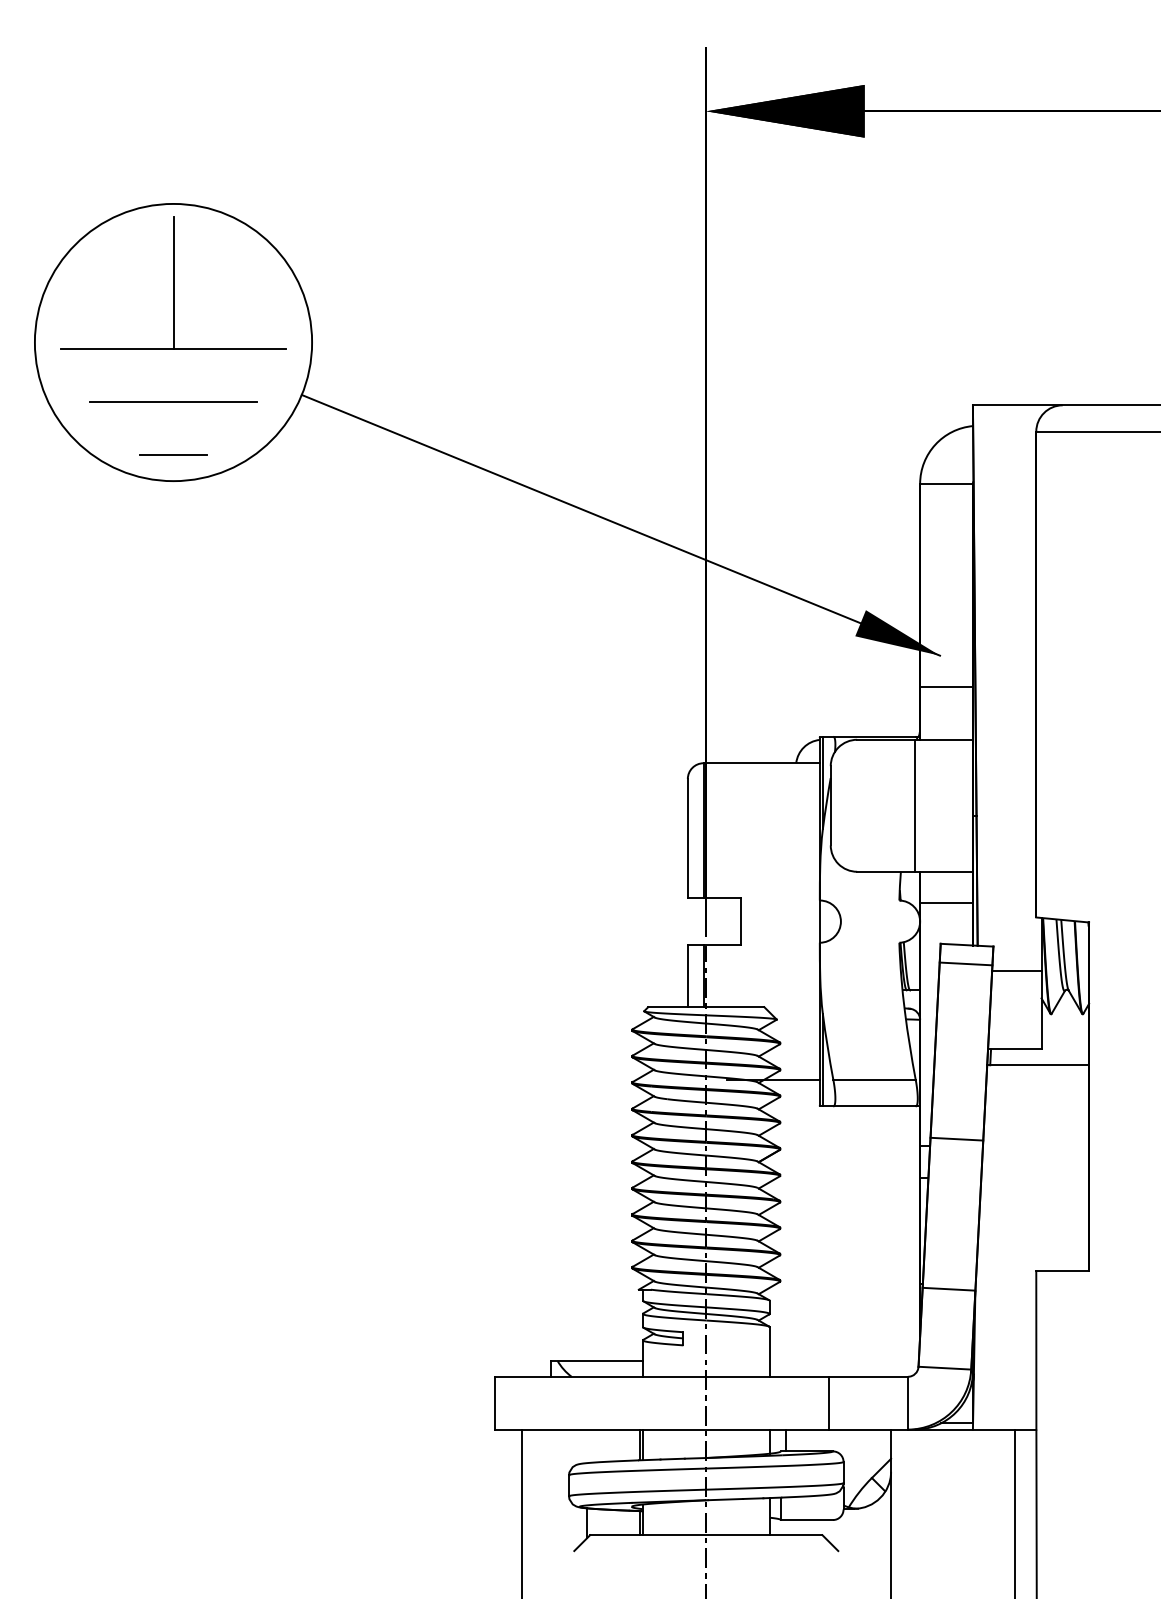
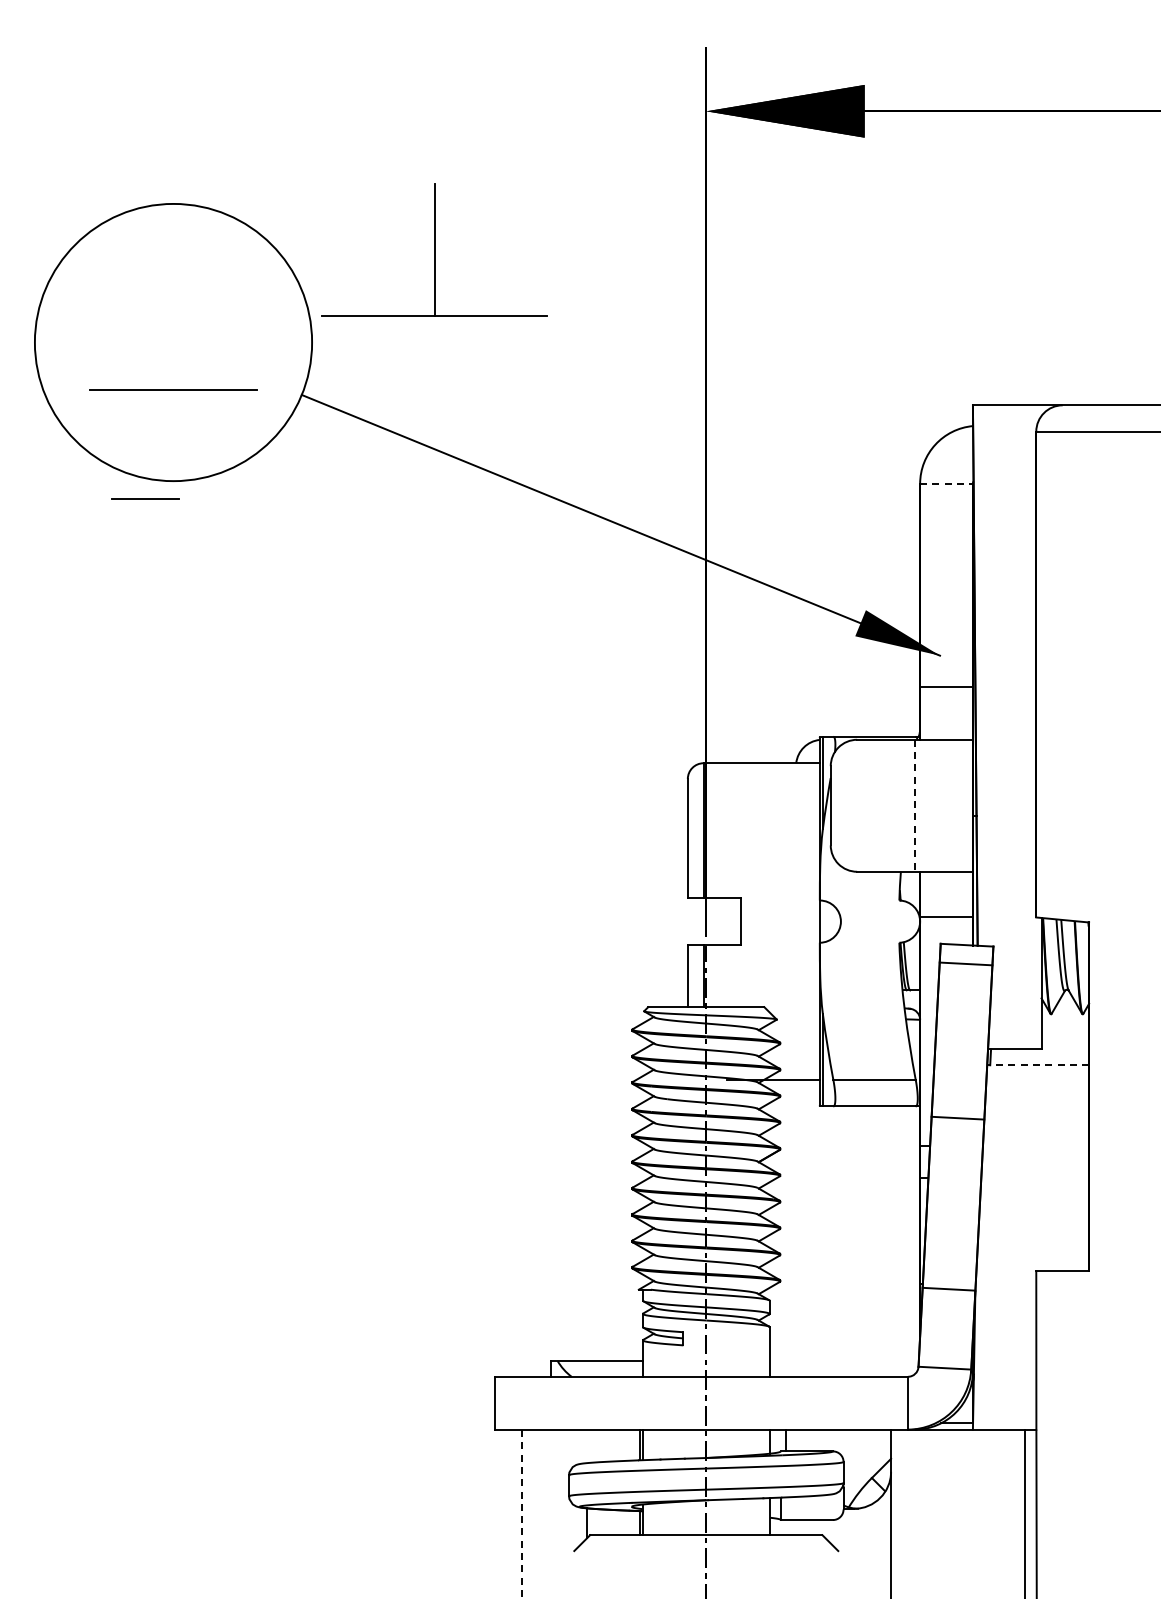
part at (173, 282) position: (173, 282) -> (434, 249)
line at (173, 401) position: (173, 401) -> (173, 389)
line at (173, 454) position: (173, 454) -> (145, 498)
line at (947, 483): solid -> dashed
line at (914, 805): solid -> dashed
line at (946, 903) position: (946, 903) -> (946, 917)
line at (1016, 971): present -> none
line at (1038, 1065): solid -> dashed
line at (956, 1138) position: (956, 1138) -> (957, 1117)
line at (828, 1402): present -> none
line at (1015, 1512) position: (1015, 1512) -> (1025, 1512)
line at (521, 1513): solid -> dashed
